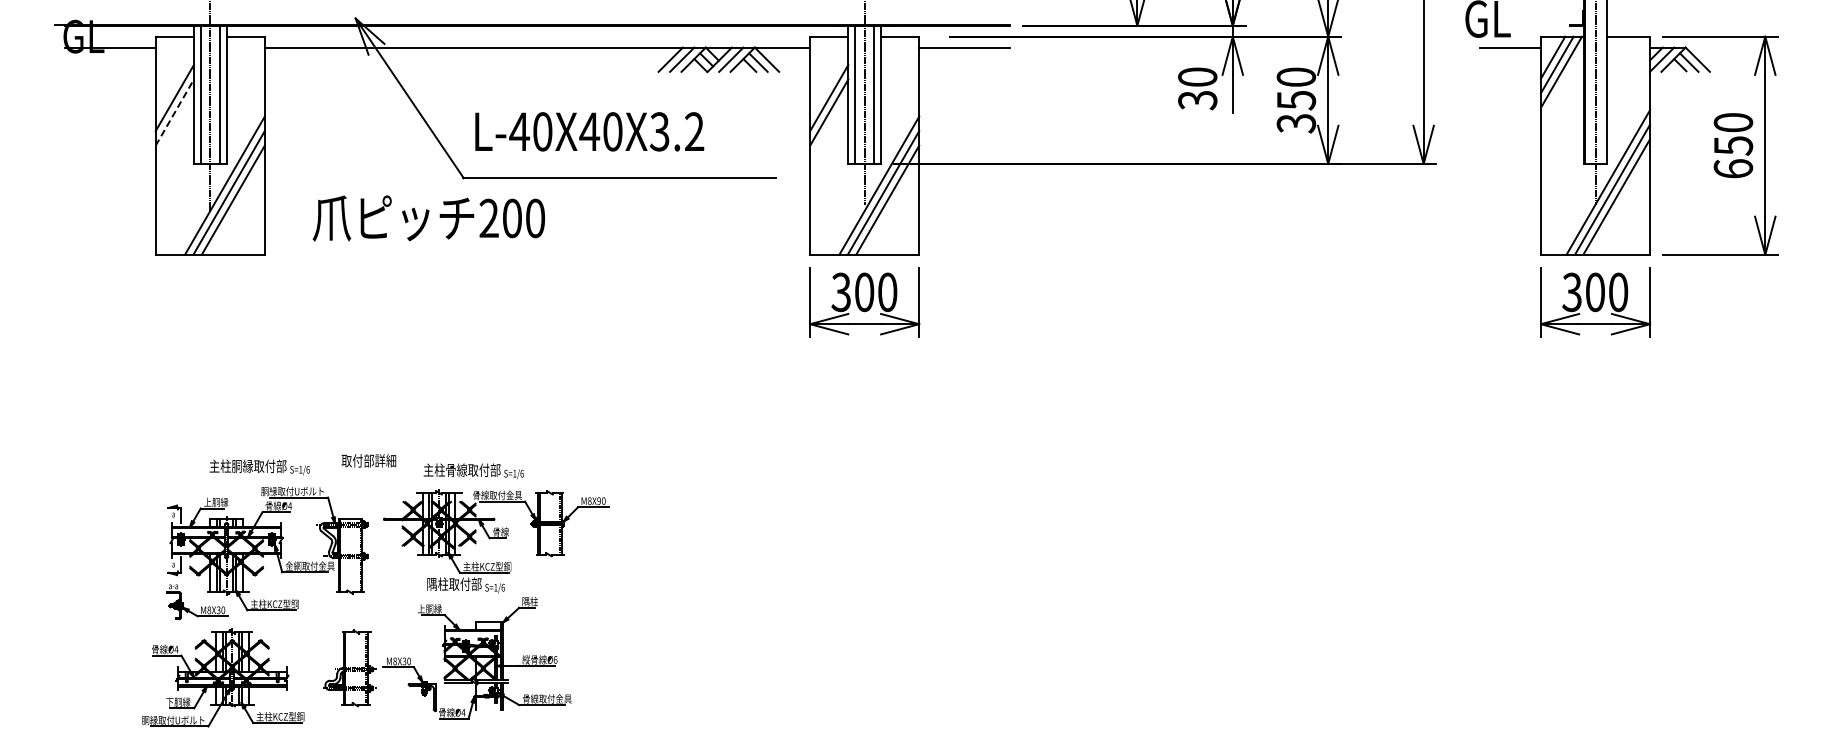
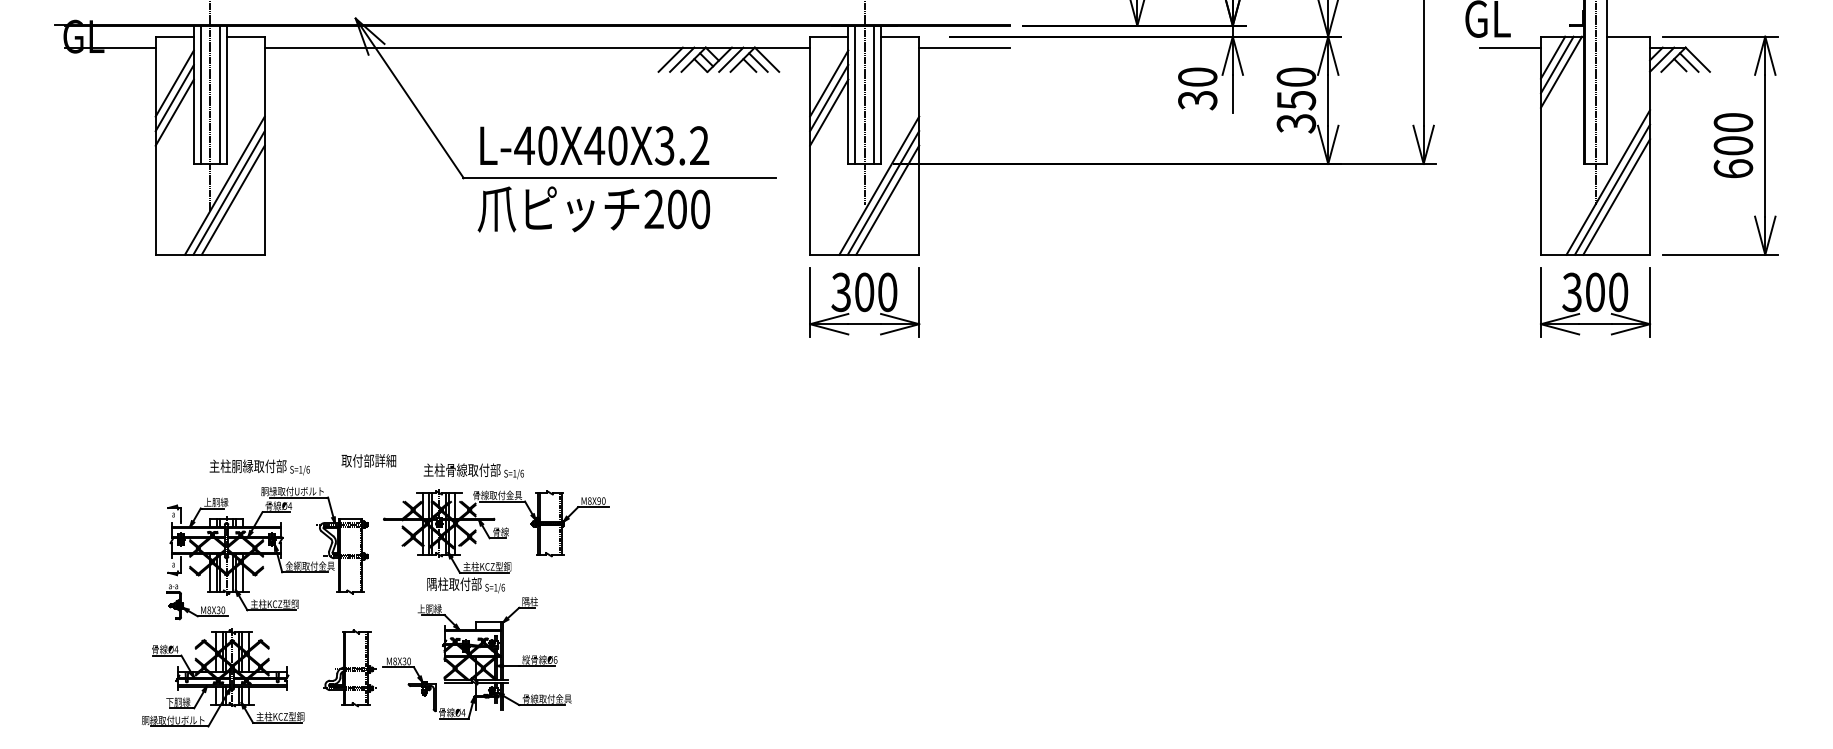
line at (174, 83): none -> present
line at (829, 83): none -> present
line at (175, 112): dashed -> solid
text at (589, 131) position: (589, 131) -> (594, 145)
text at (1733, 145): 650 -> 600
text at (428, 218) position: (428, 218) -> (593, 209)
